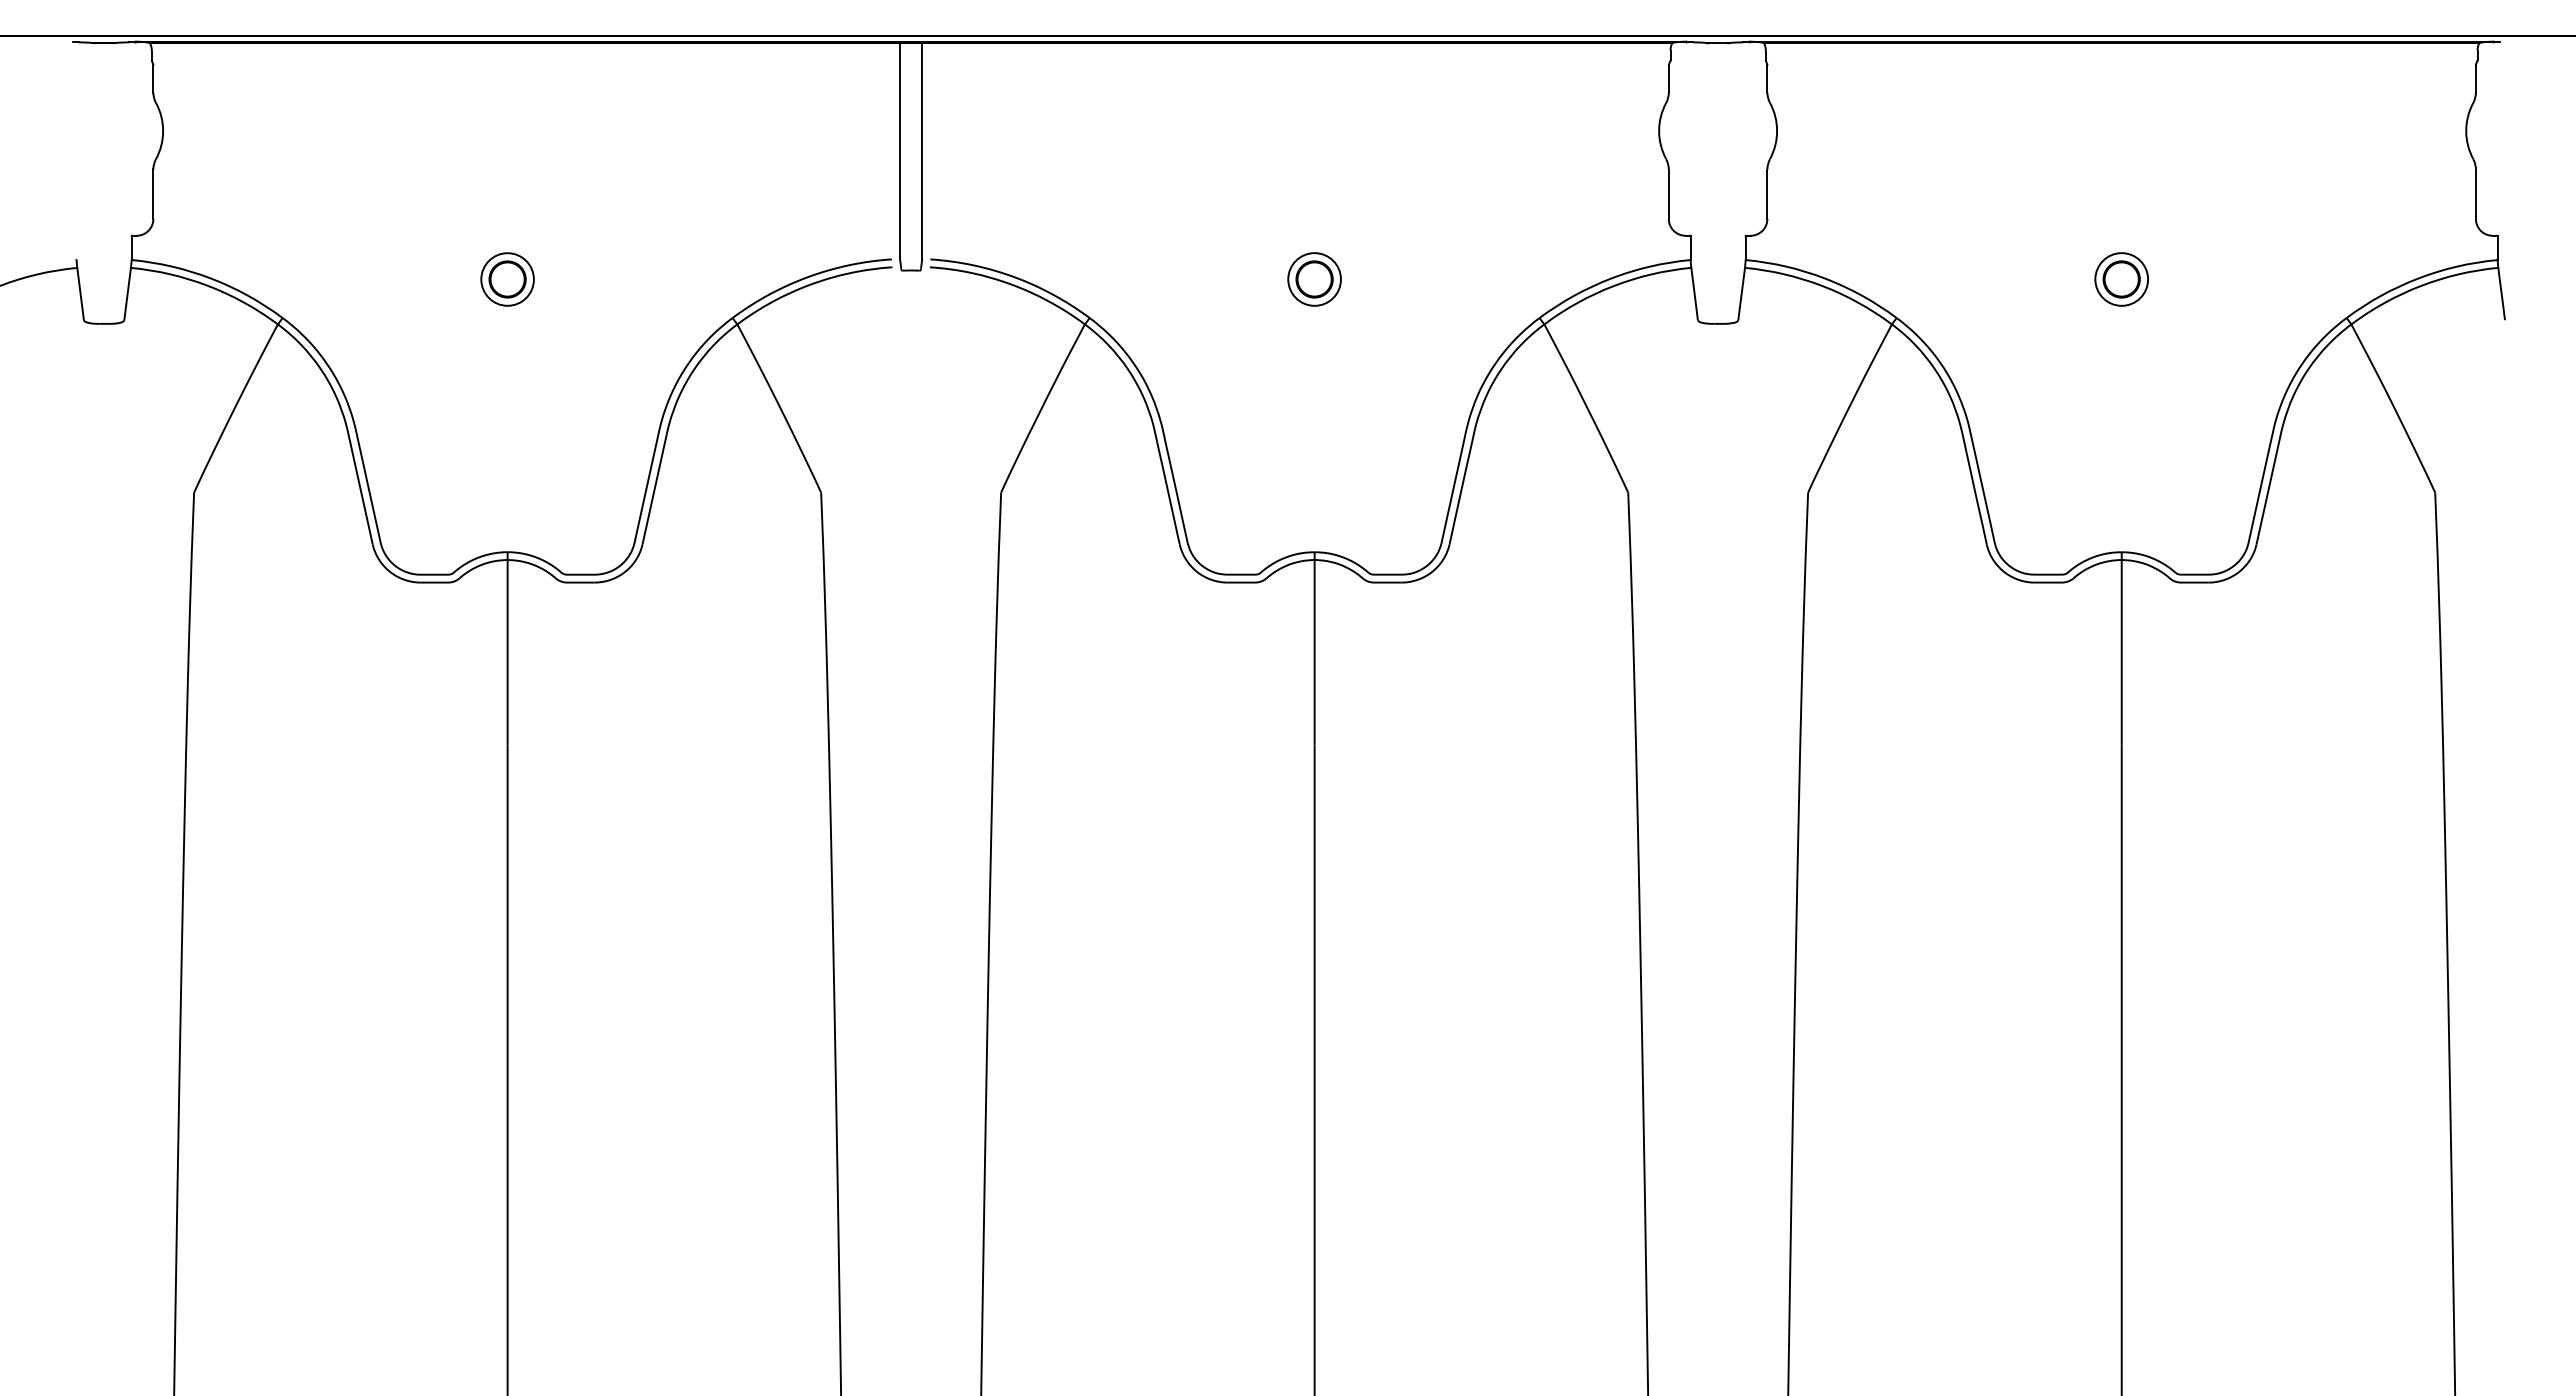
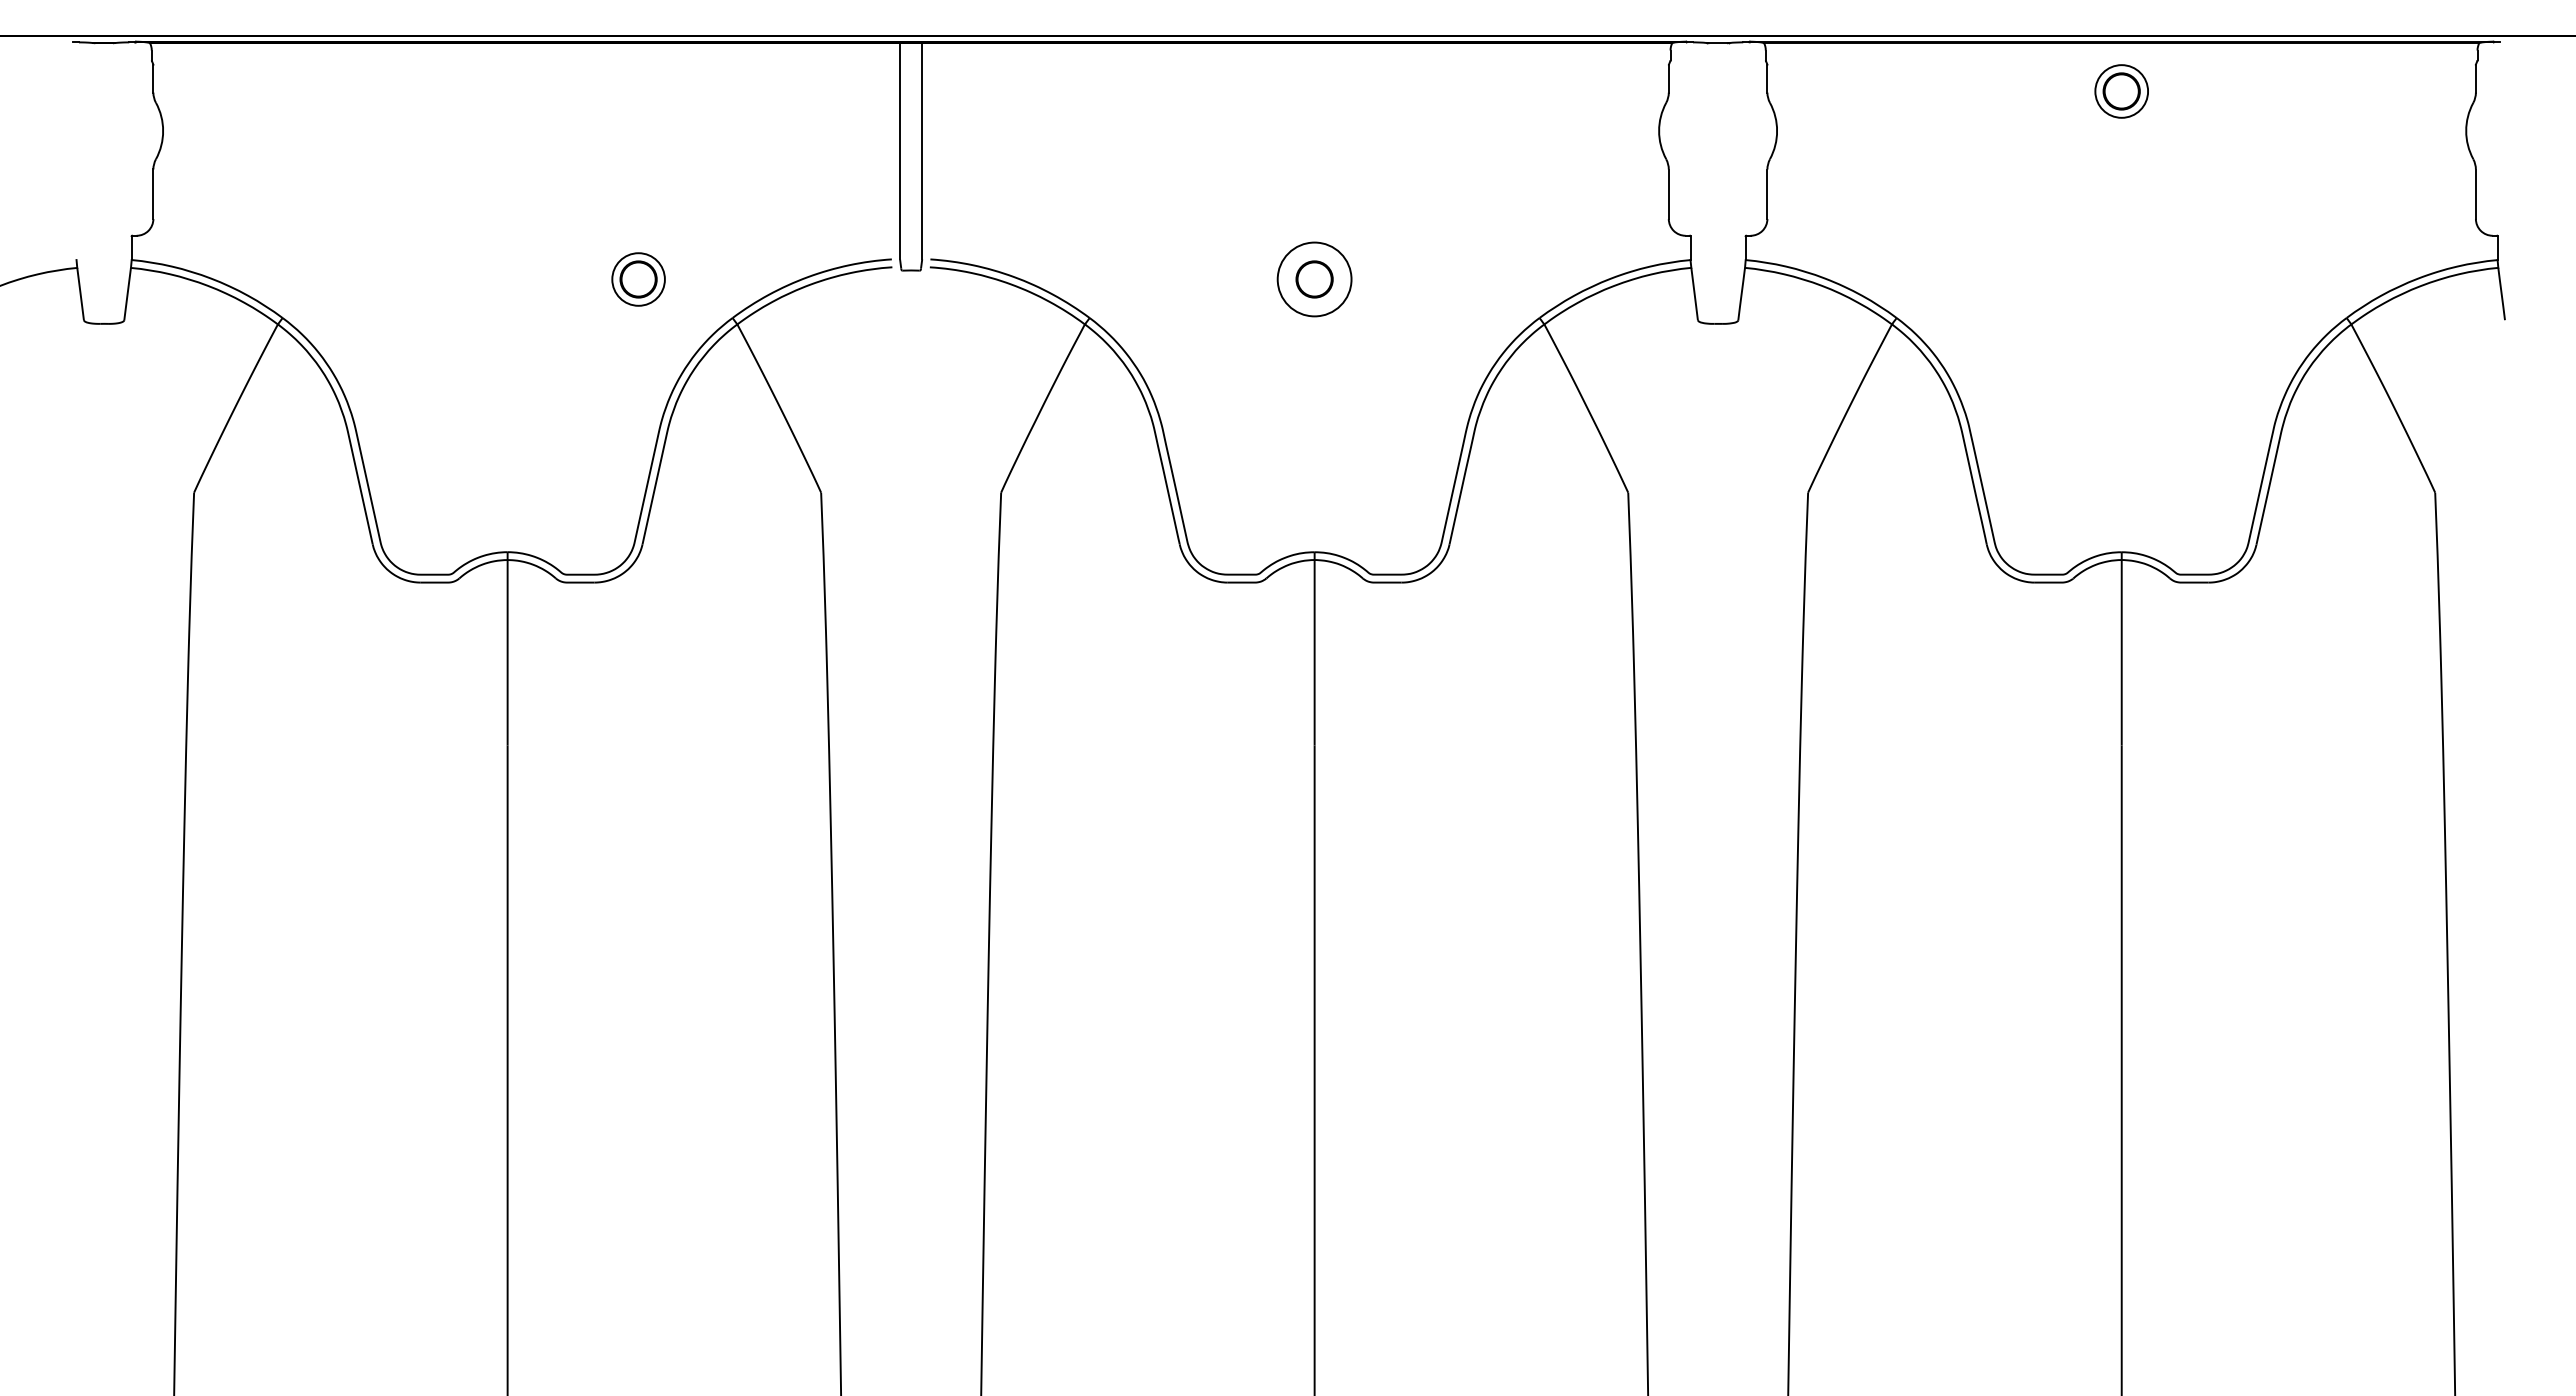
part at (507, 279) position: (507, 279) -> (638, 279)
circle at (1314, 279) diameter: 53 px -> 74 px
part at (2121, 279) position: (2121, 279) -> (2121, 91)
